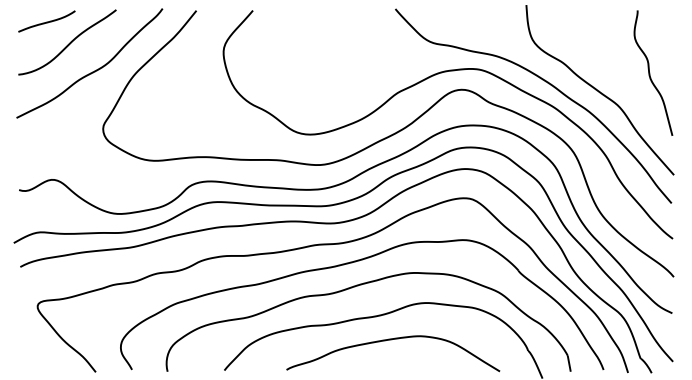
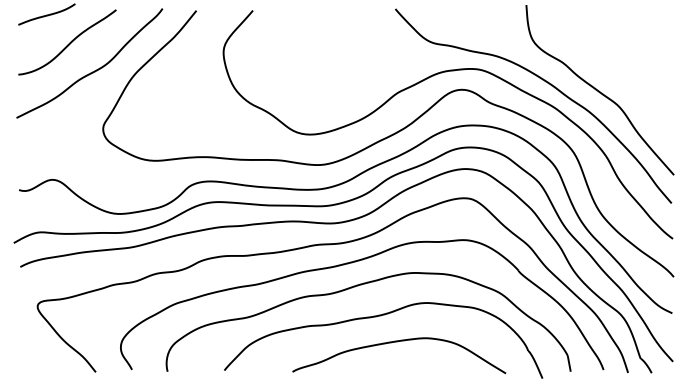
curve at (46, 21) position: (46, 21) -> (46, 14)
curve at (650, 73): present -> none
curve at (391, 340) position: (391, 340) -> (397, 342)
